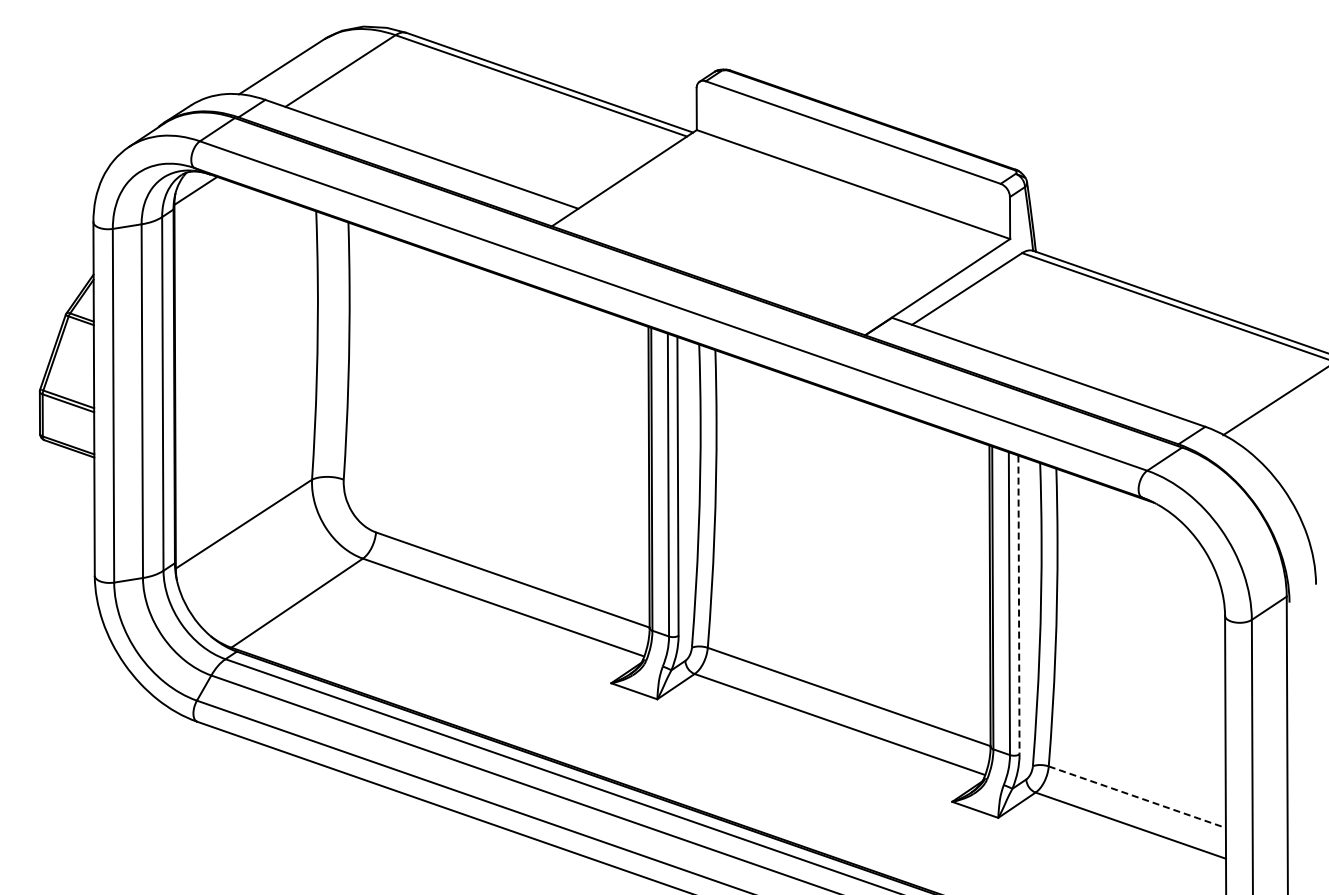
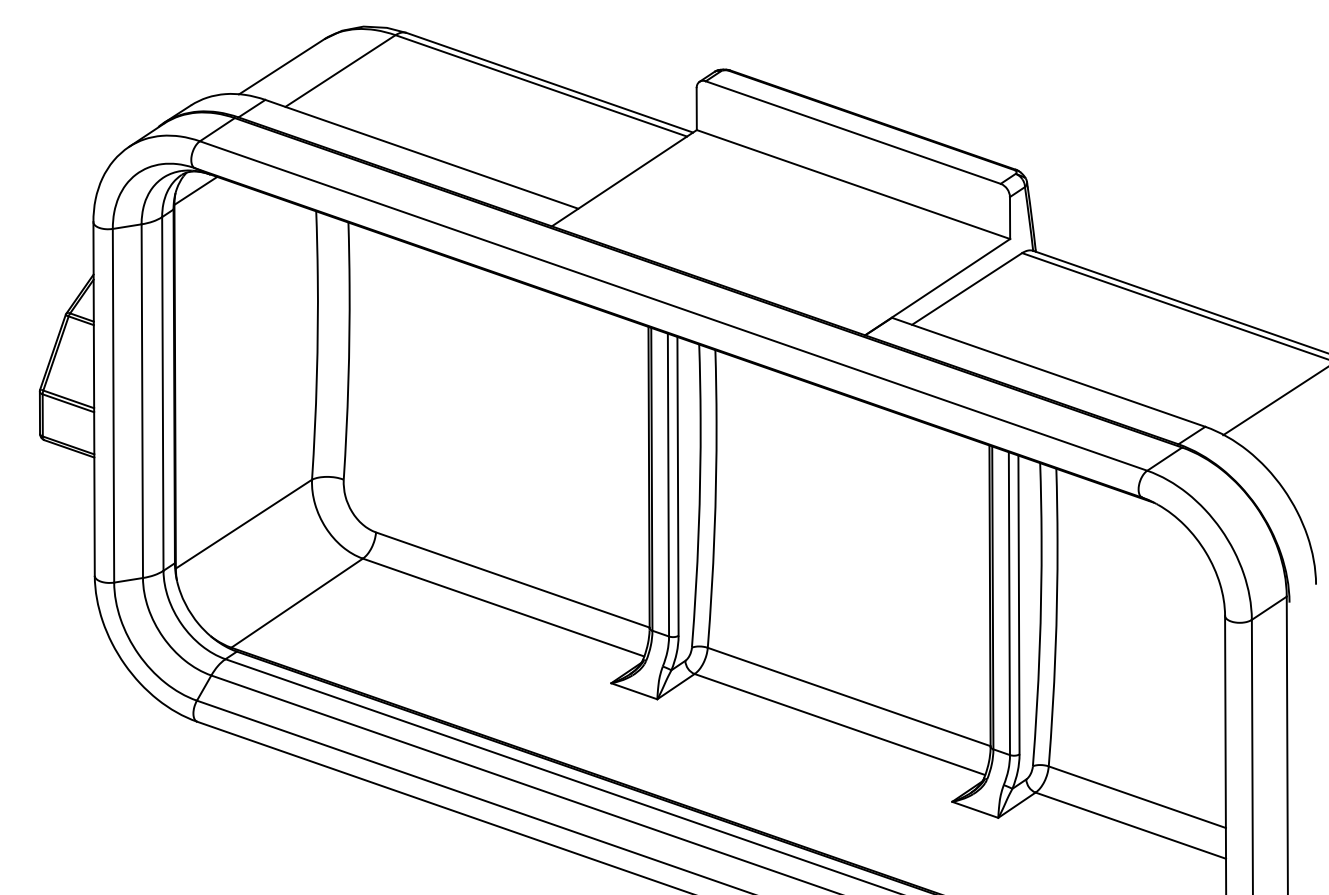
line at (1018, 605): dashed -> solid
line at (1137, 797): dashed -> solid
